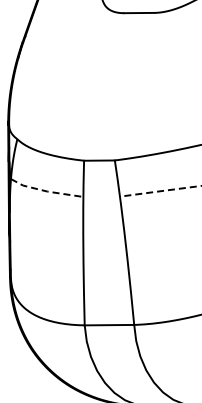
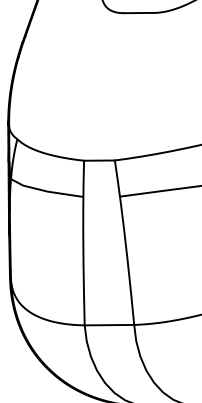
line at (46, 191): dashed -> solid
line at (161, 191): dashed -> solid
